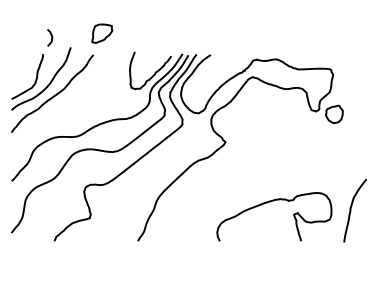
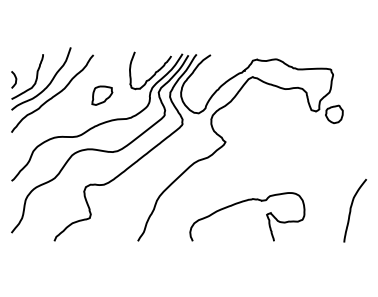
part at (102, 33) position: (102, 33) -> (102, 95)
curve at (51, 37) position: (51, 37) -> (15, 79)
curve at (270, 202) position: (270, 202) -> (243, 202)
